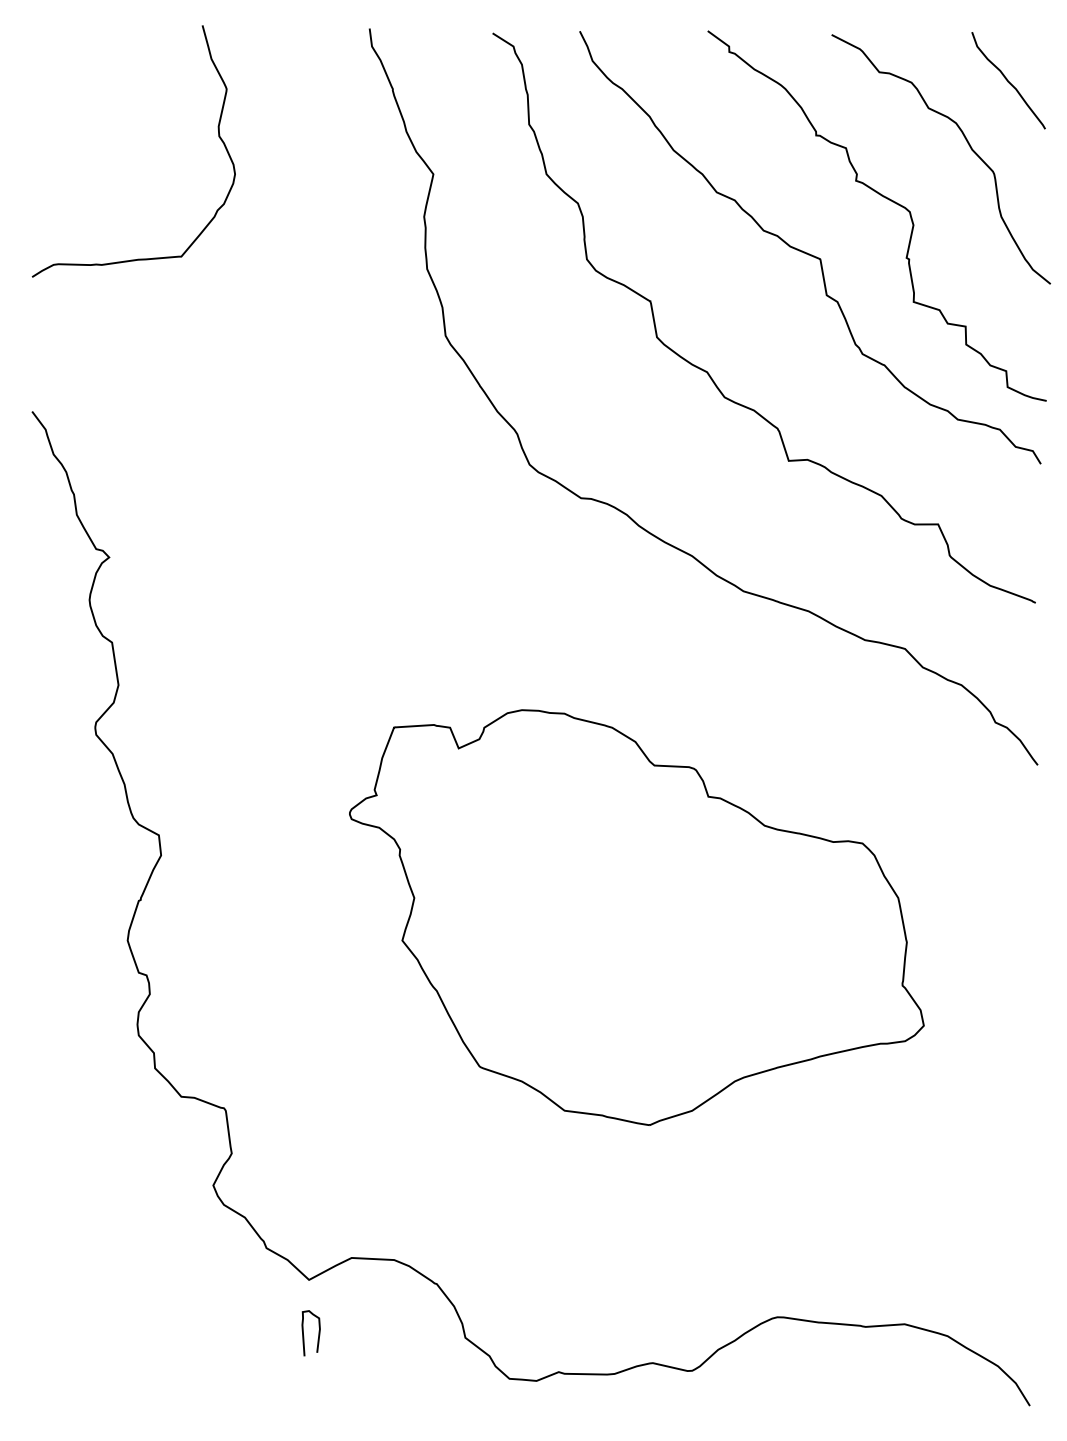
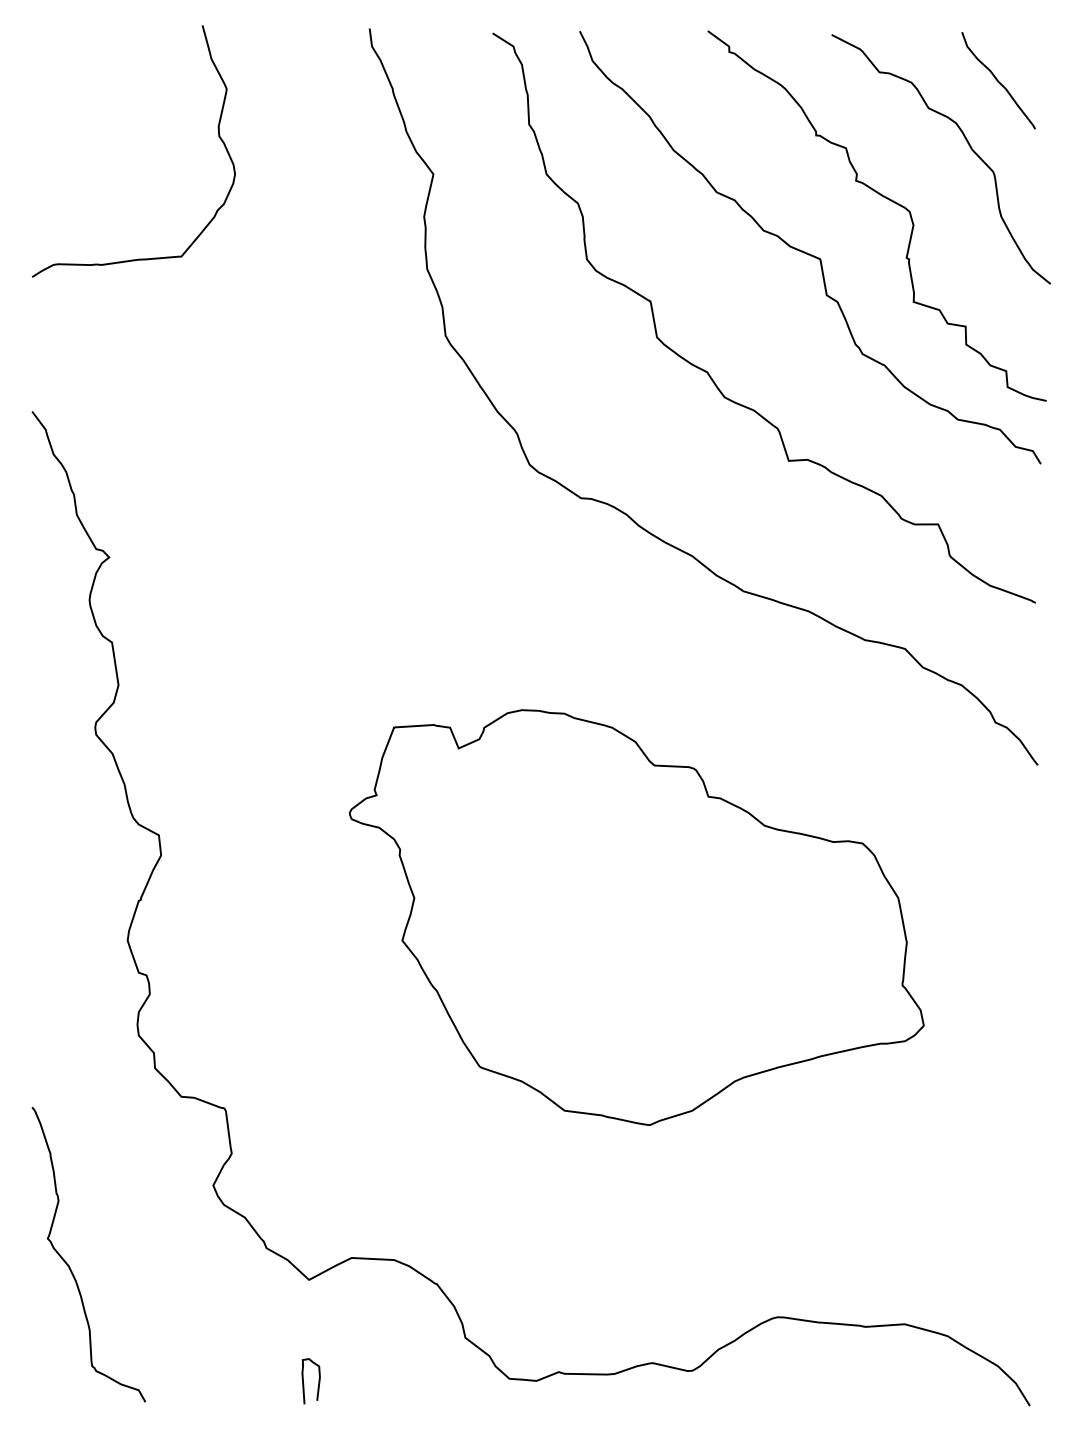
curve at (1008, 80) position: (1008, 80) -> (998, 80)
curve at (69, 1265): none -> present
curve at (304, 1336) position: (304, 1336) -> (304, 1384)
